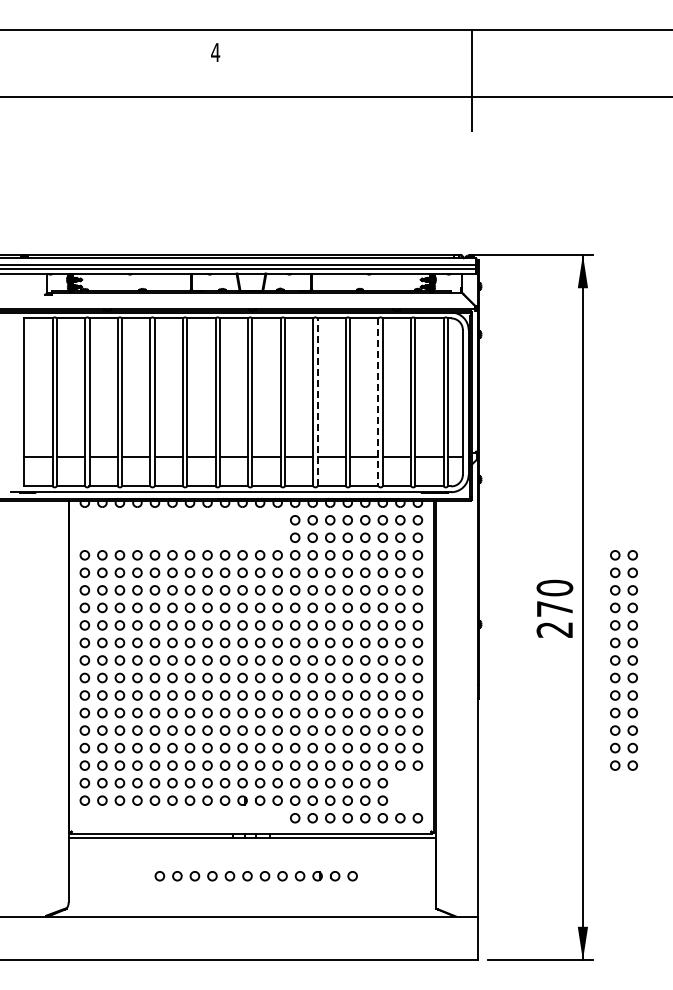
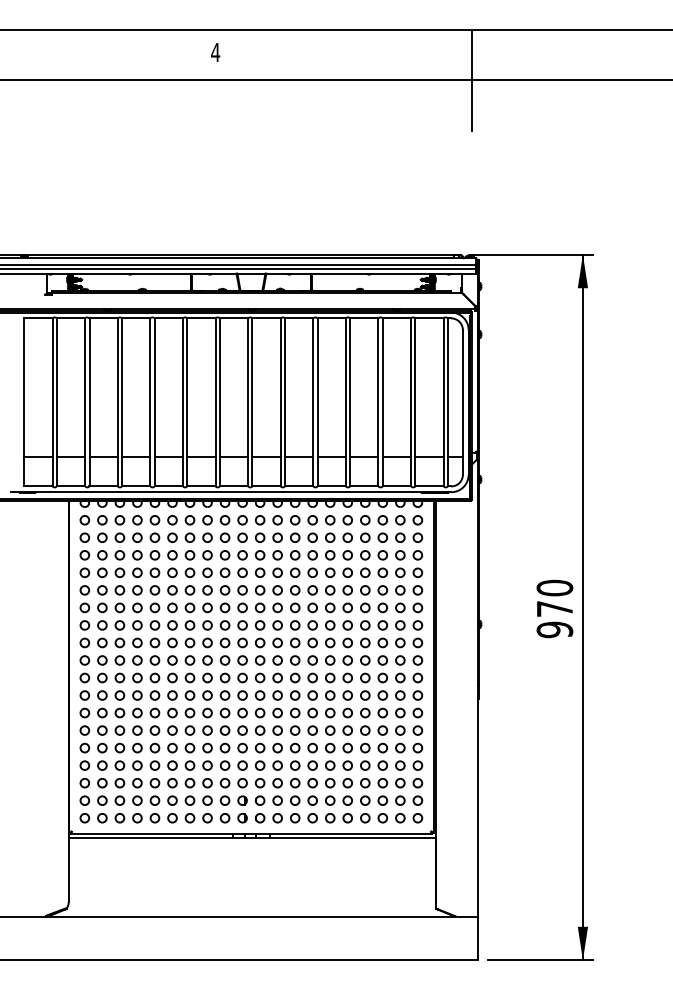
line at (335, 97) position: (335, 97) -> (335, 80)
line at (317, 401): dashed -> solid
line at (378, 402): dashed -> solid
part at (176, 523): none -> present
text at (554, 629): 270 -> 970
part at (623, 660): present -> none
part at (413, 786): none -> present
part at (255, 876) position: (255, 876) -> (180, 818)
